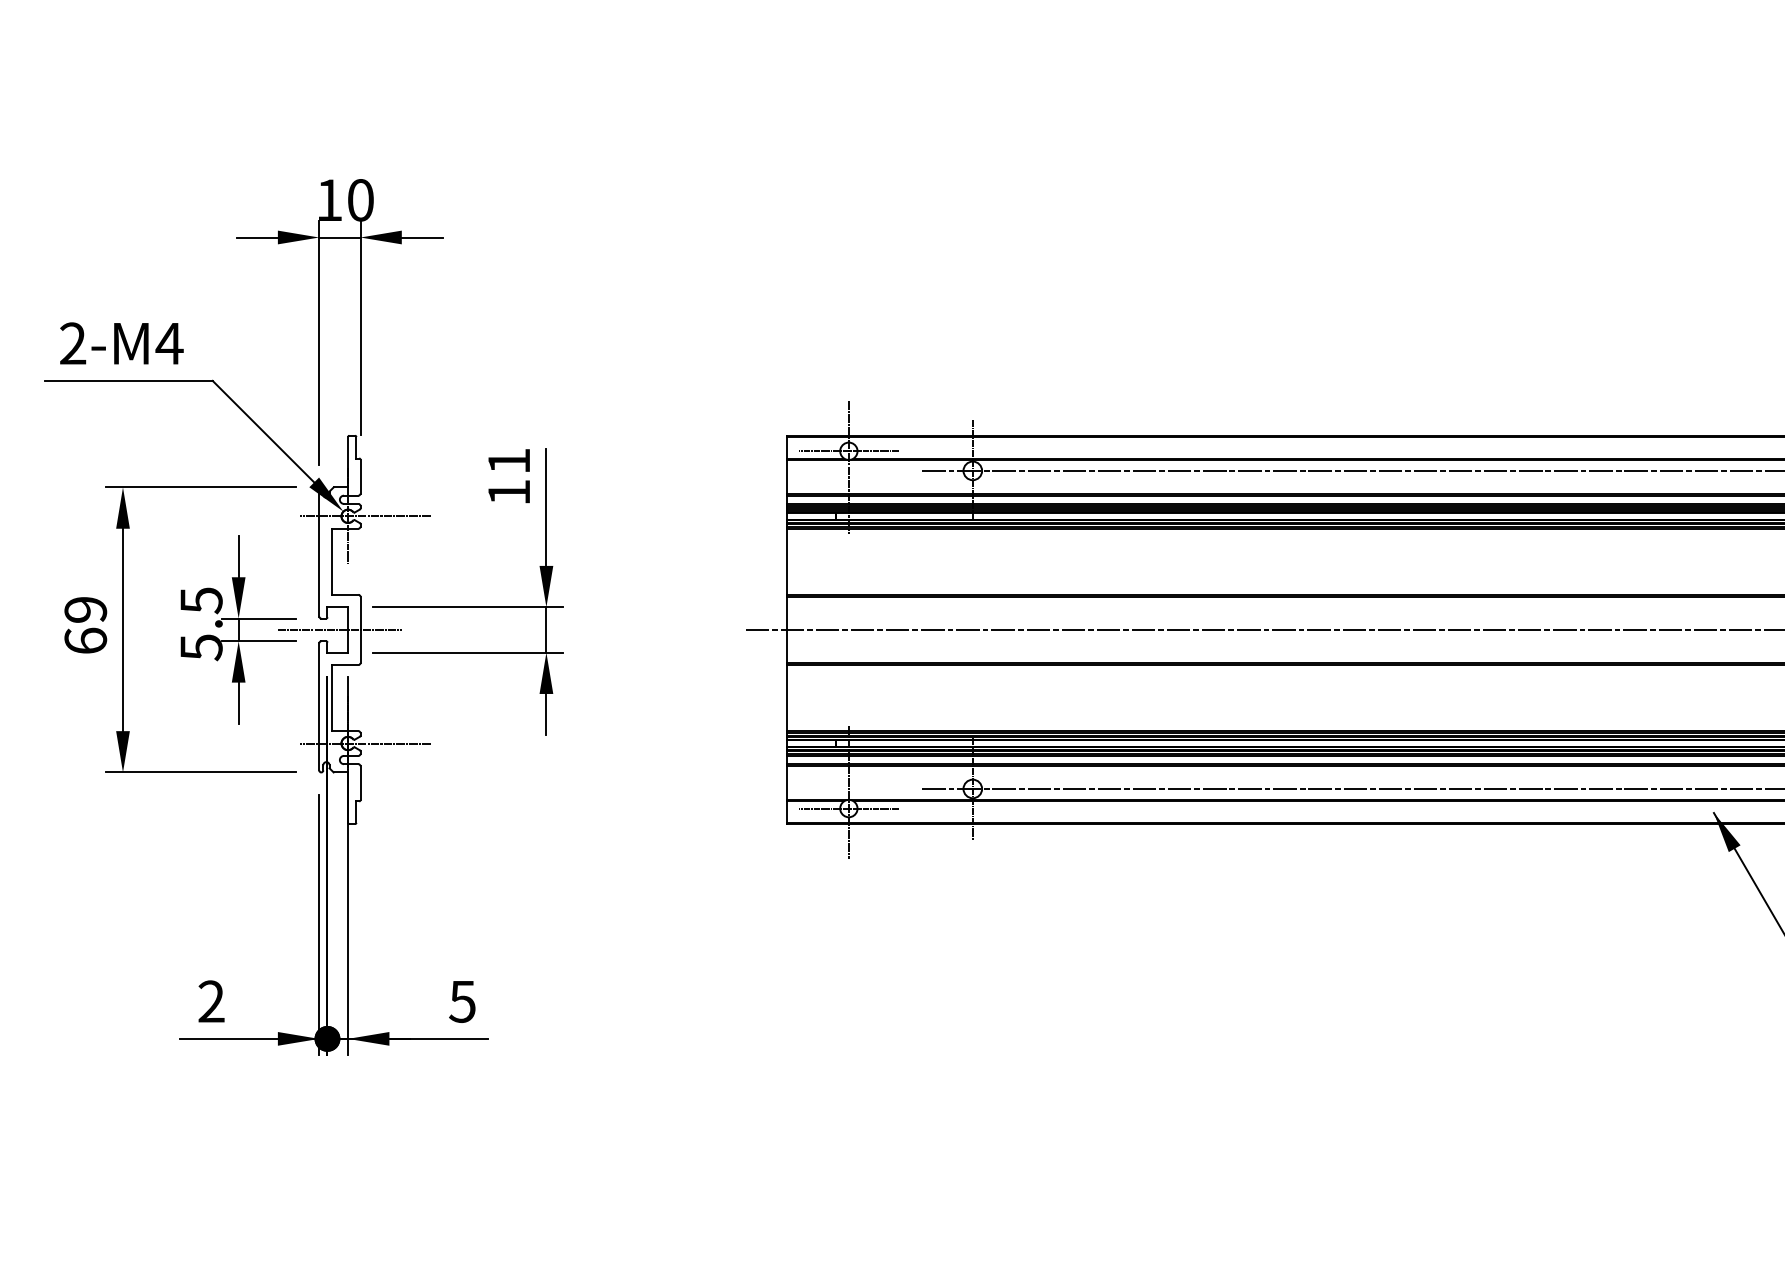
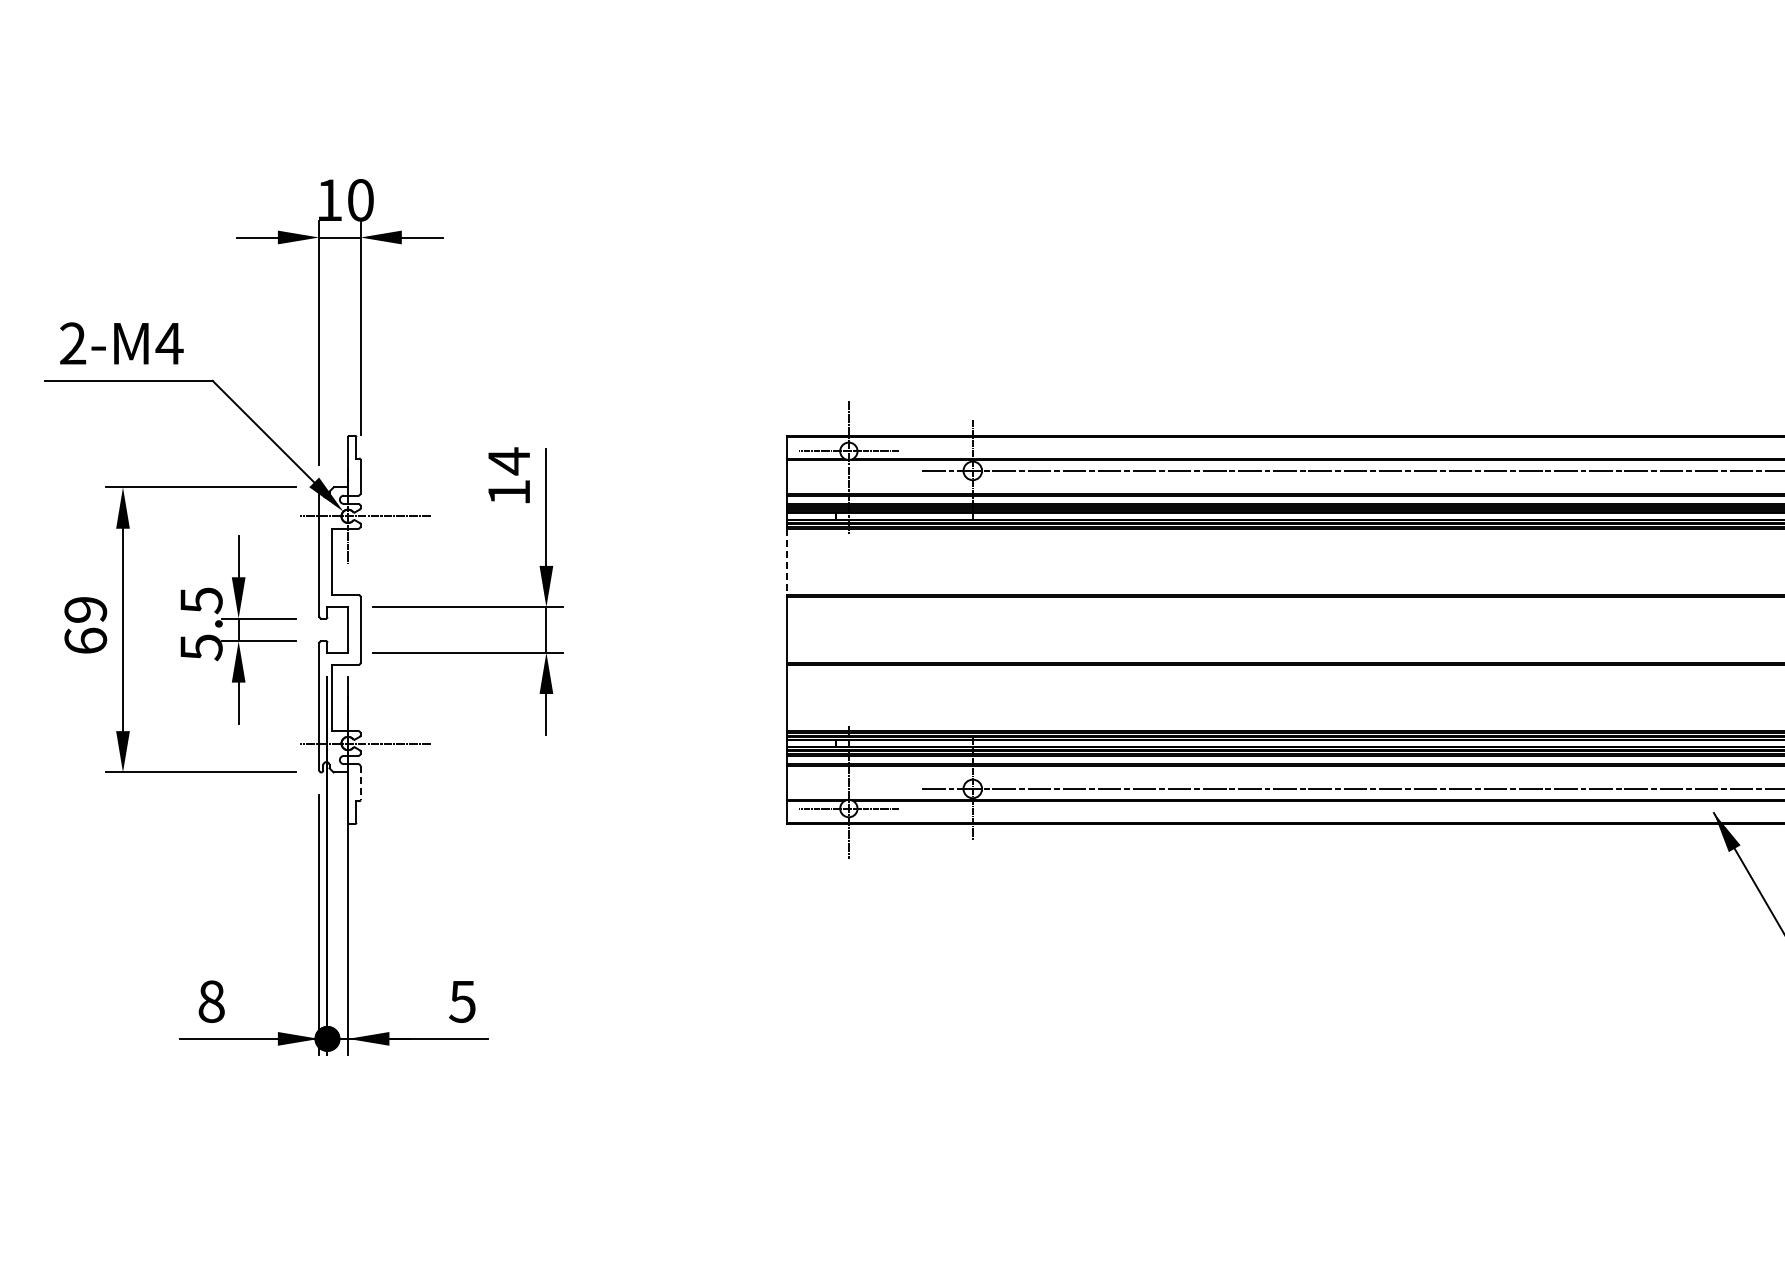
text at (508, 461): 11 -> 14
line at (786, 562): solid -> dashed
line at (339, 629): present -> none
line at (1263, 629): present -> none
line at (360, 783): solid -> dashed
text at (211, 1001): 2 -> 8
